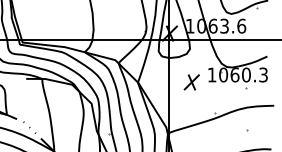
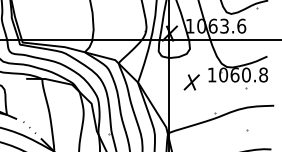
text at (263, 74): 1060.3 -> 1060.8
